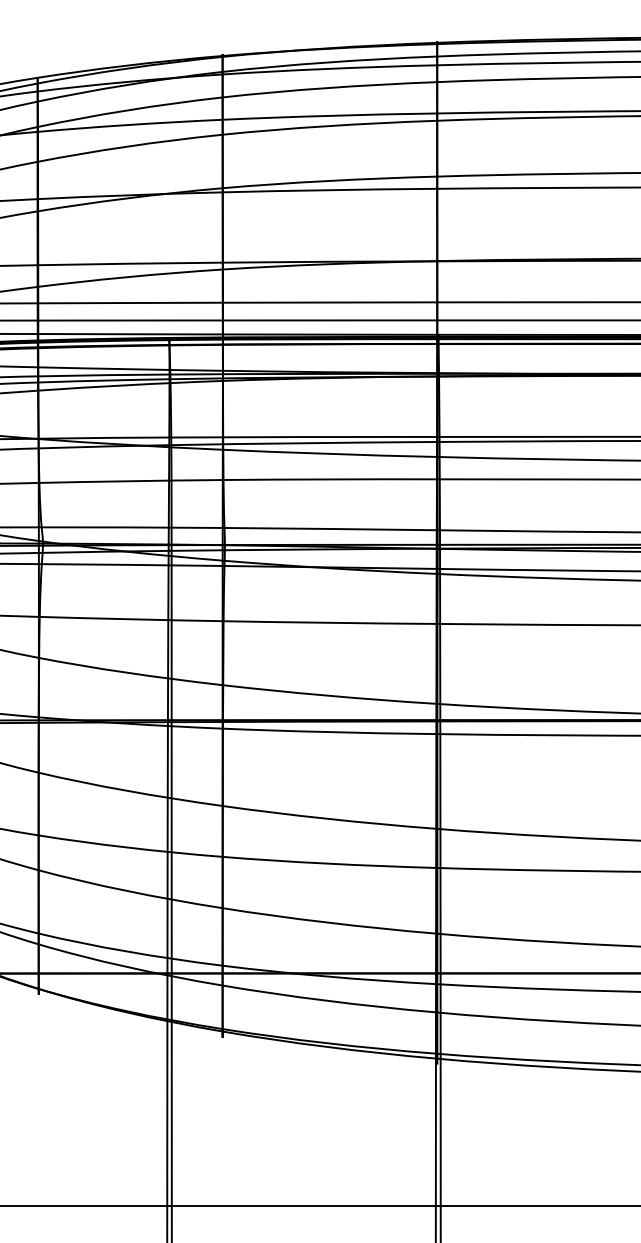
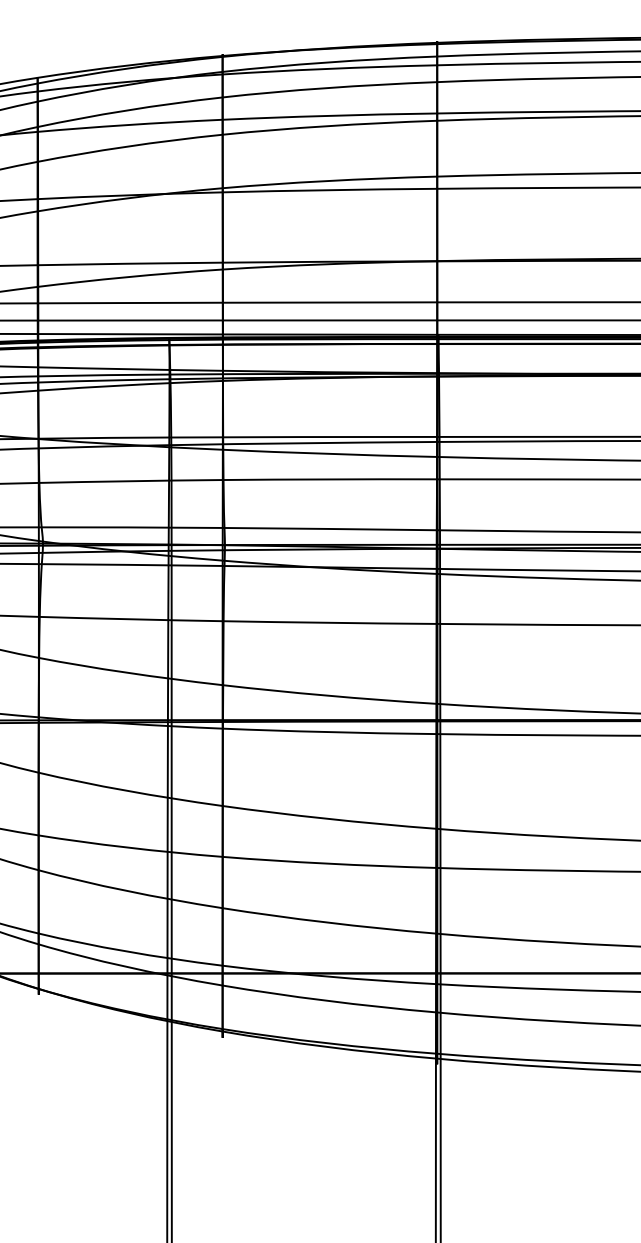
line at (319, 1205): present -> none
